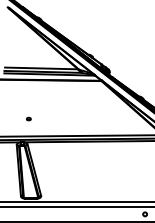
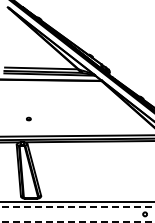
line at (77, 206): solid -> dashed
line at (77, 221): solid -> dashed
